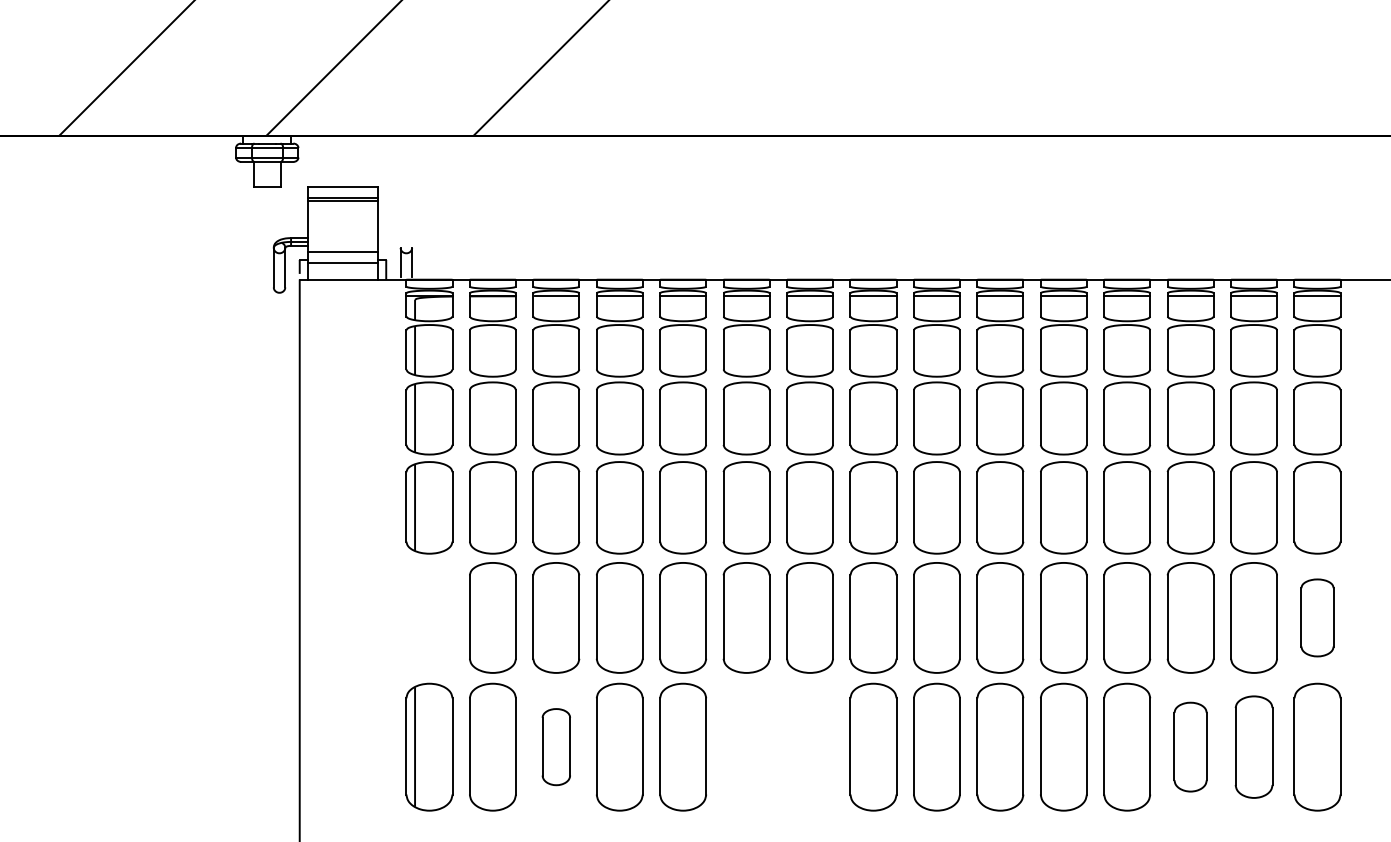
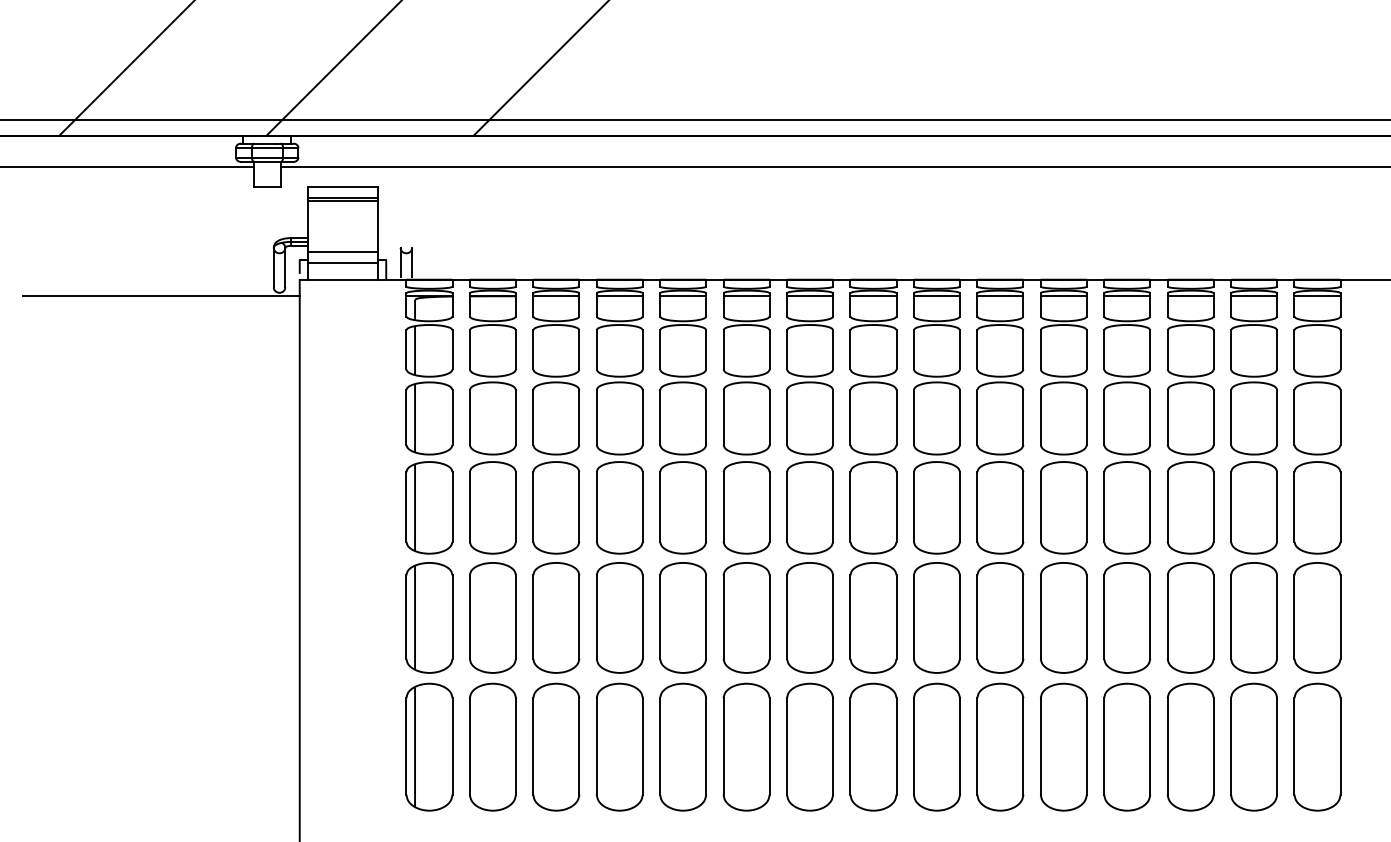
line at (694, 120): none -> present
line at (127, 166): none -> present
line at (833, 166): none -> present
line at (160, 296): none -> present
part at (429, 617): none -> present
part at (1317, 617) size: 35x80 px -> 49x112 px
part at (746, 746): none -> present
part at (809, 746): none -> present
part at (1190, 746) size: 35x92 px -> 49x130 px
part at (1253, 746) size: 40x104 px -> 48x130 px
part at (555, 747) size: 30x79 px -> 49x130 px
